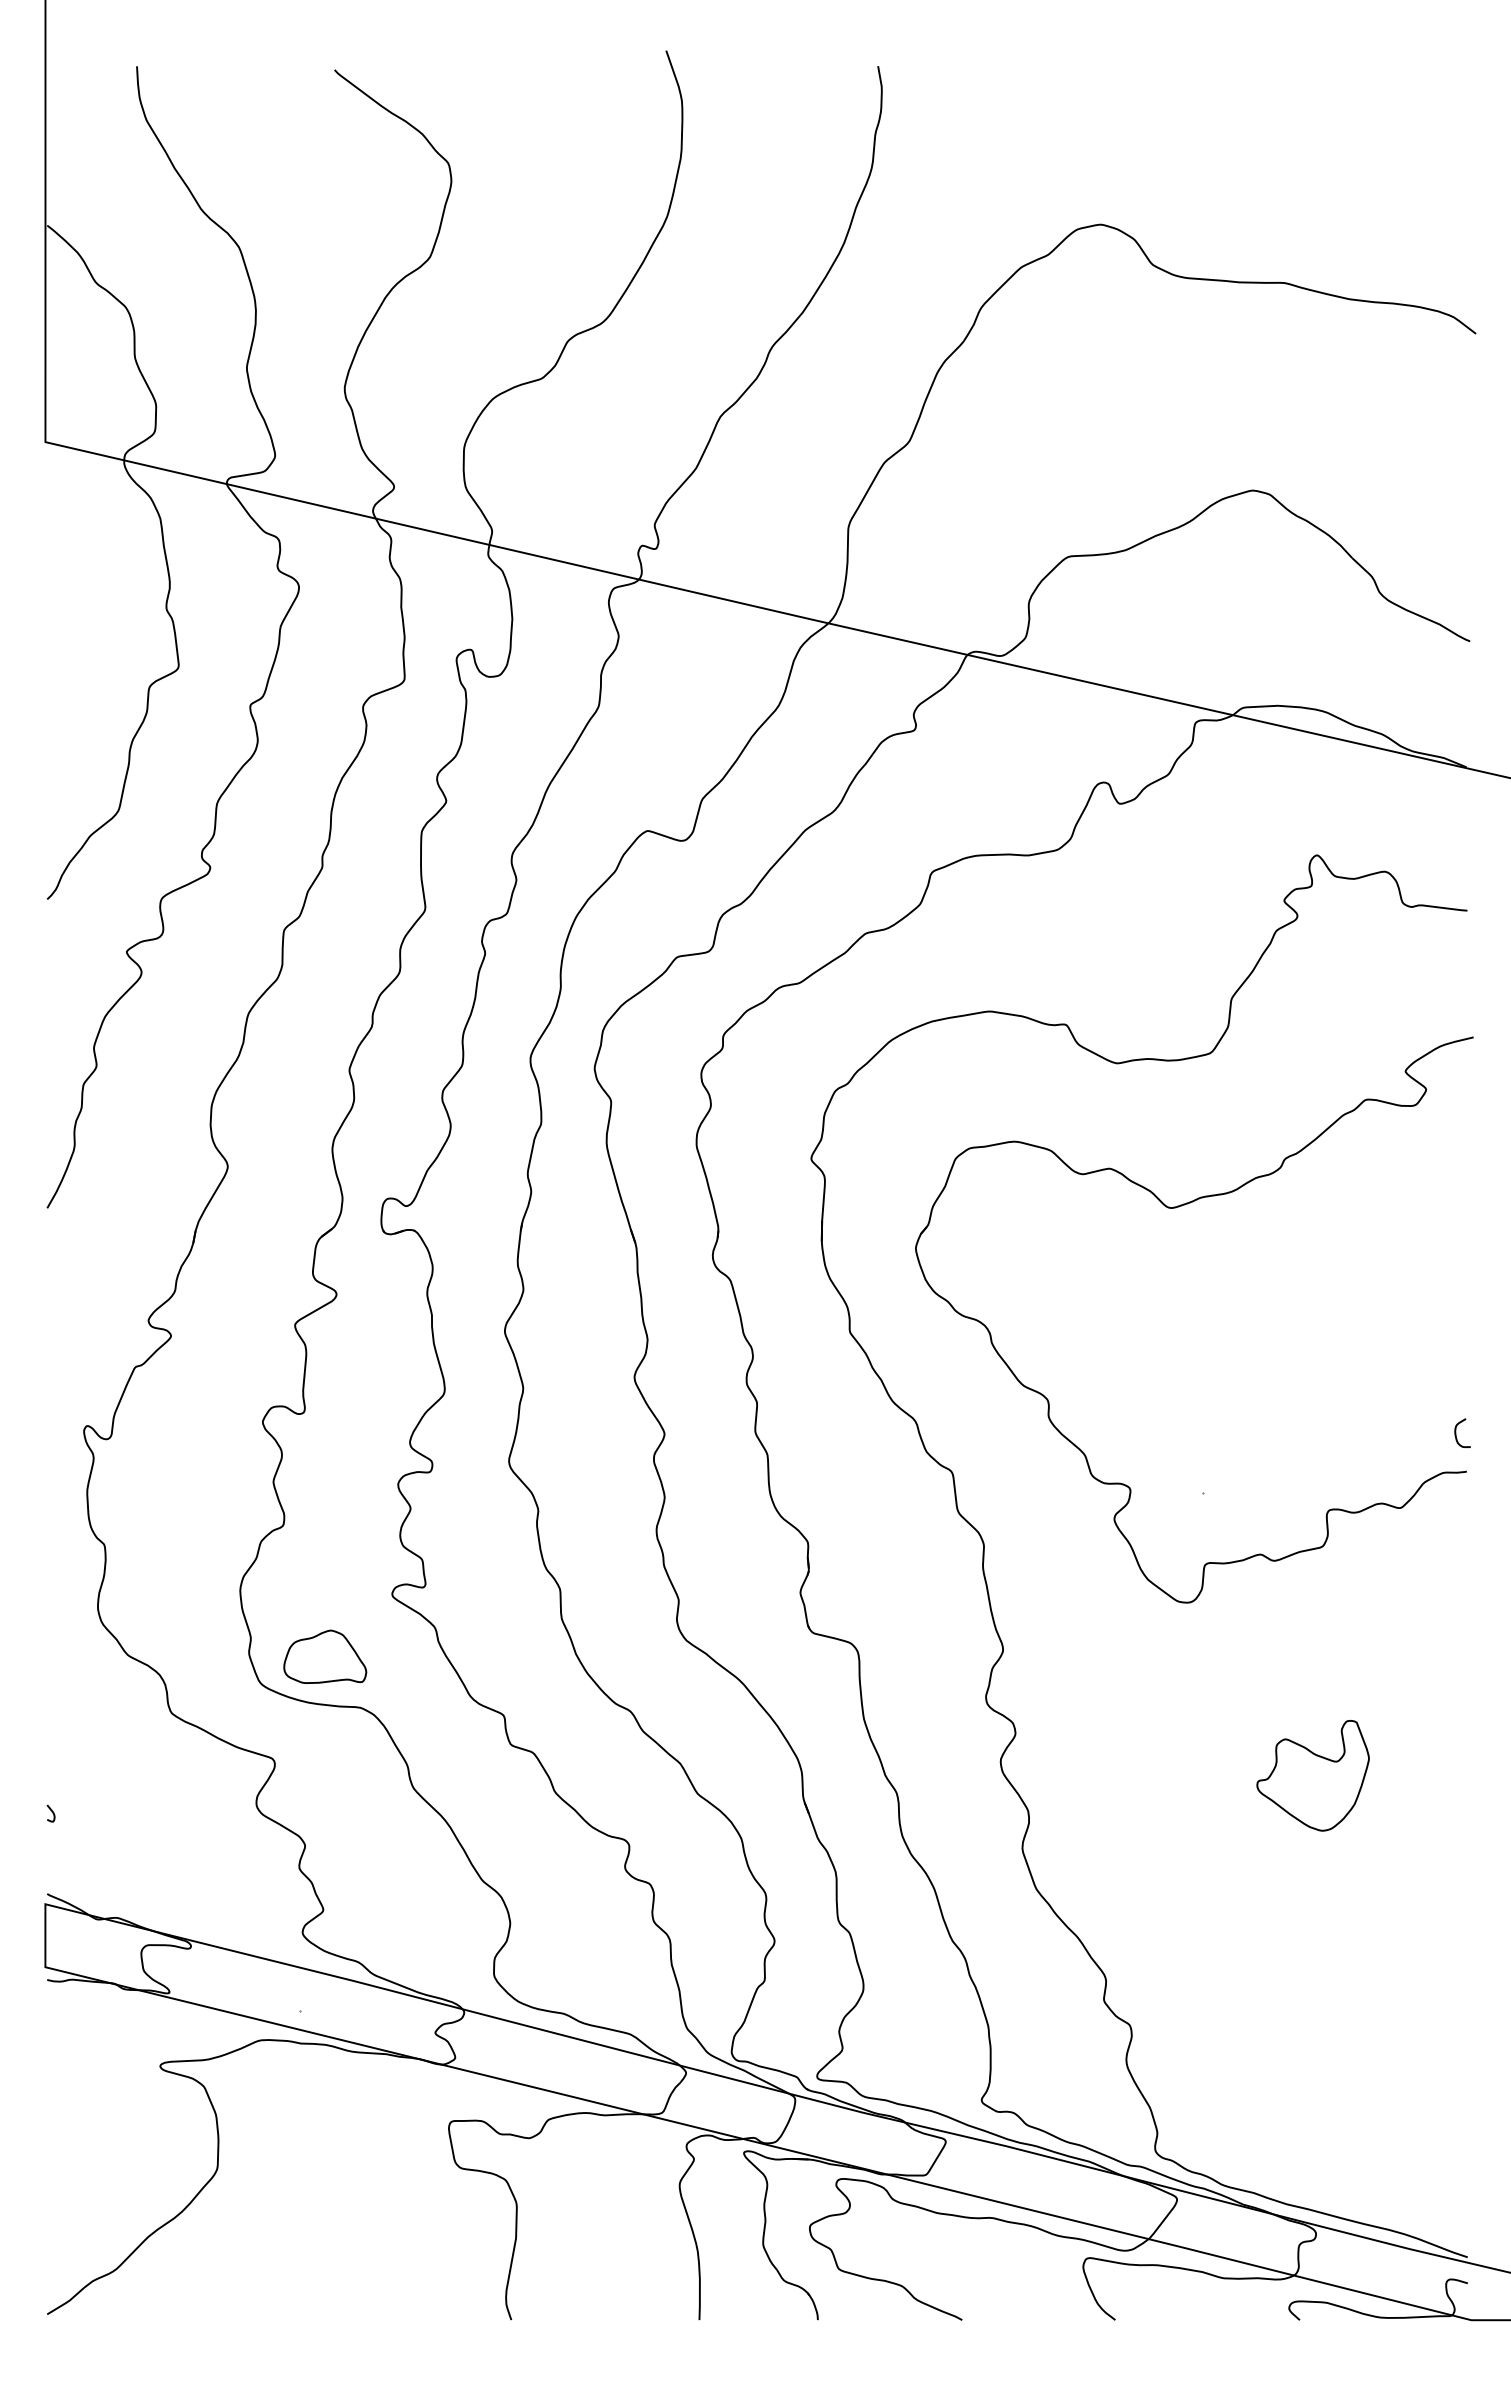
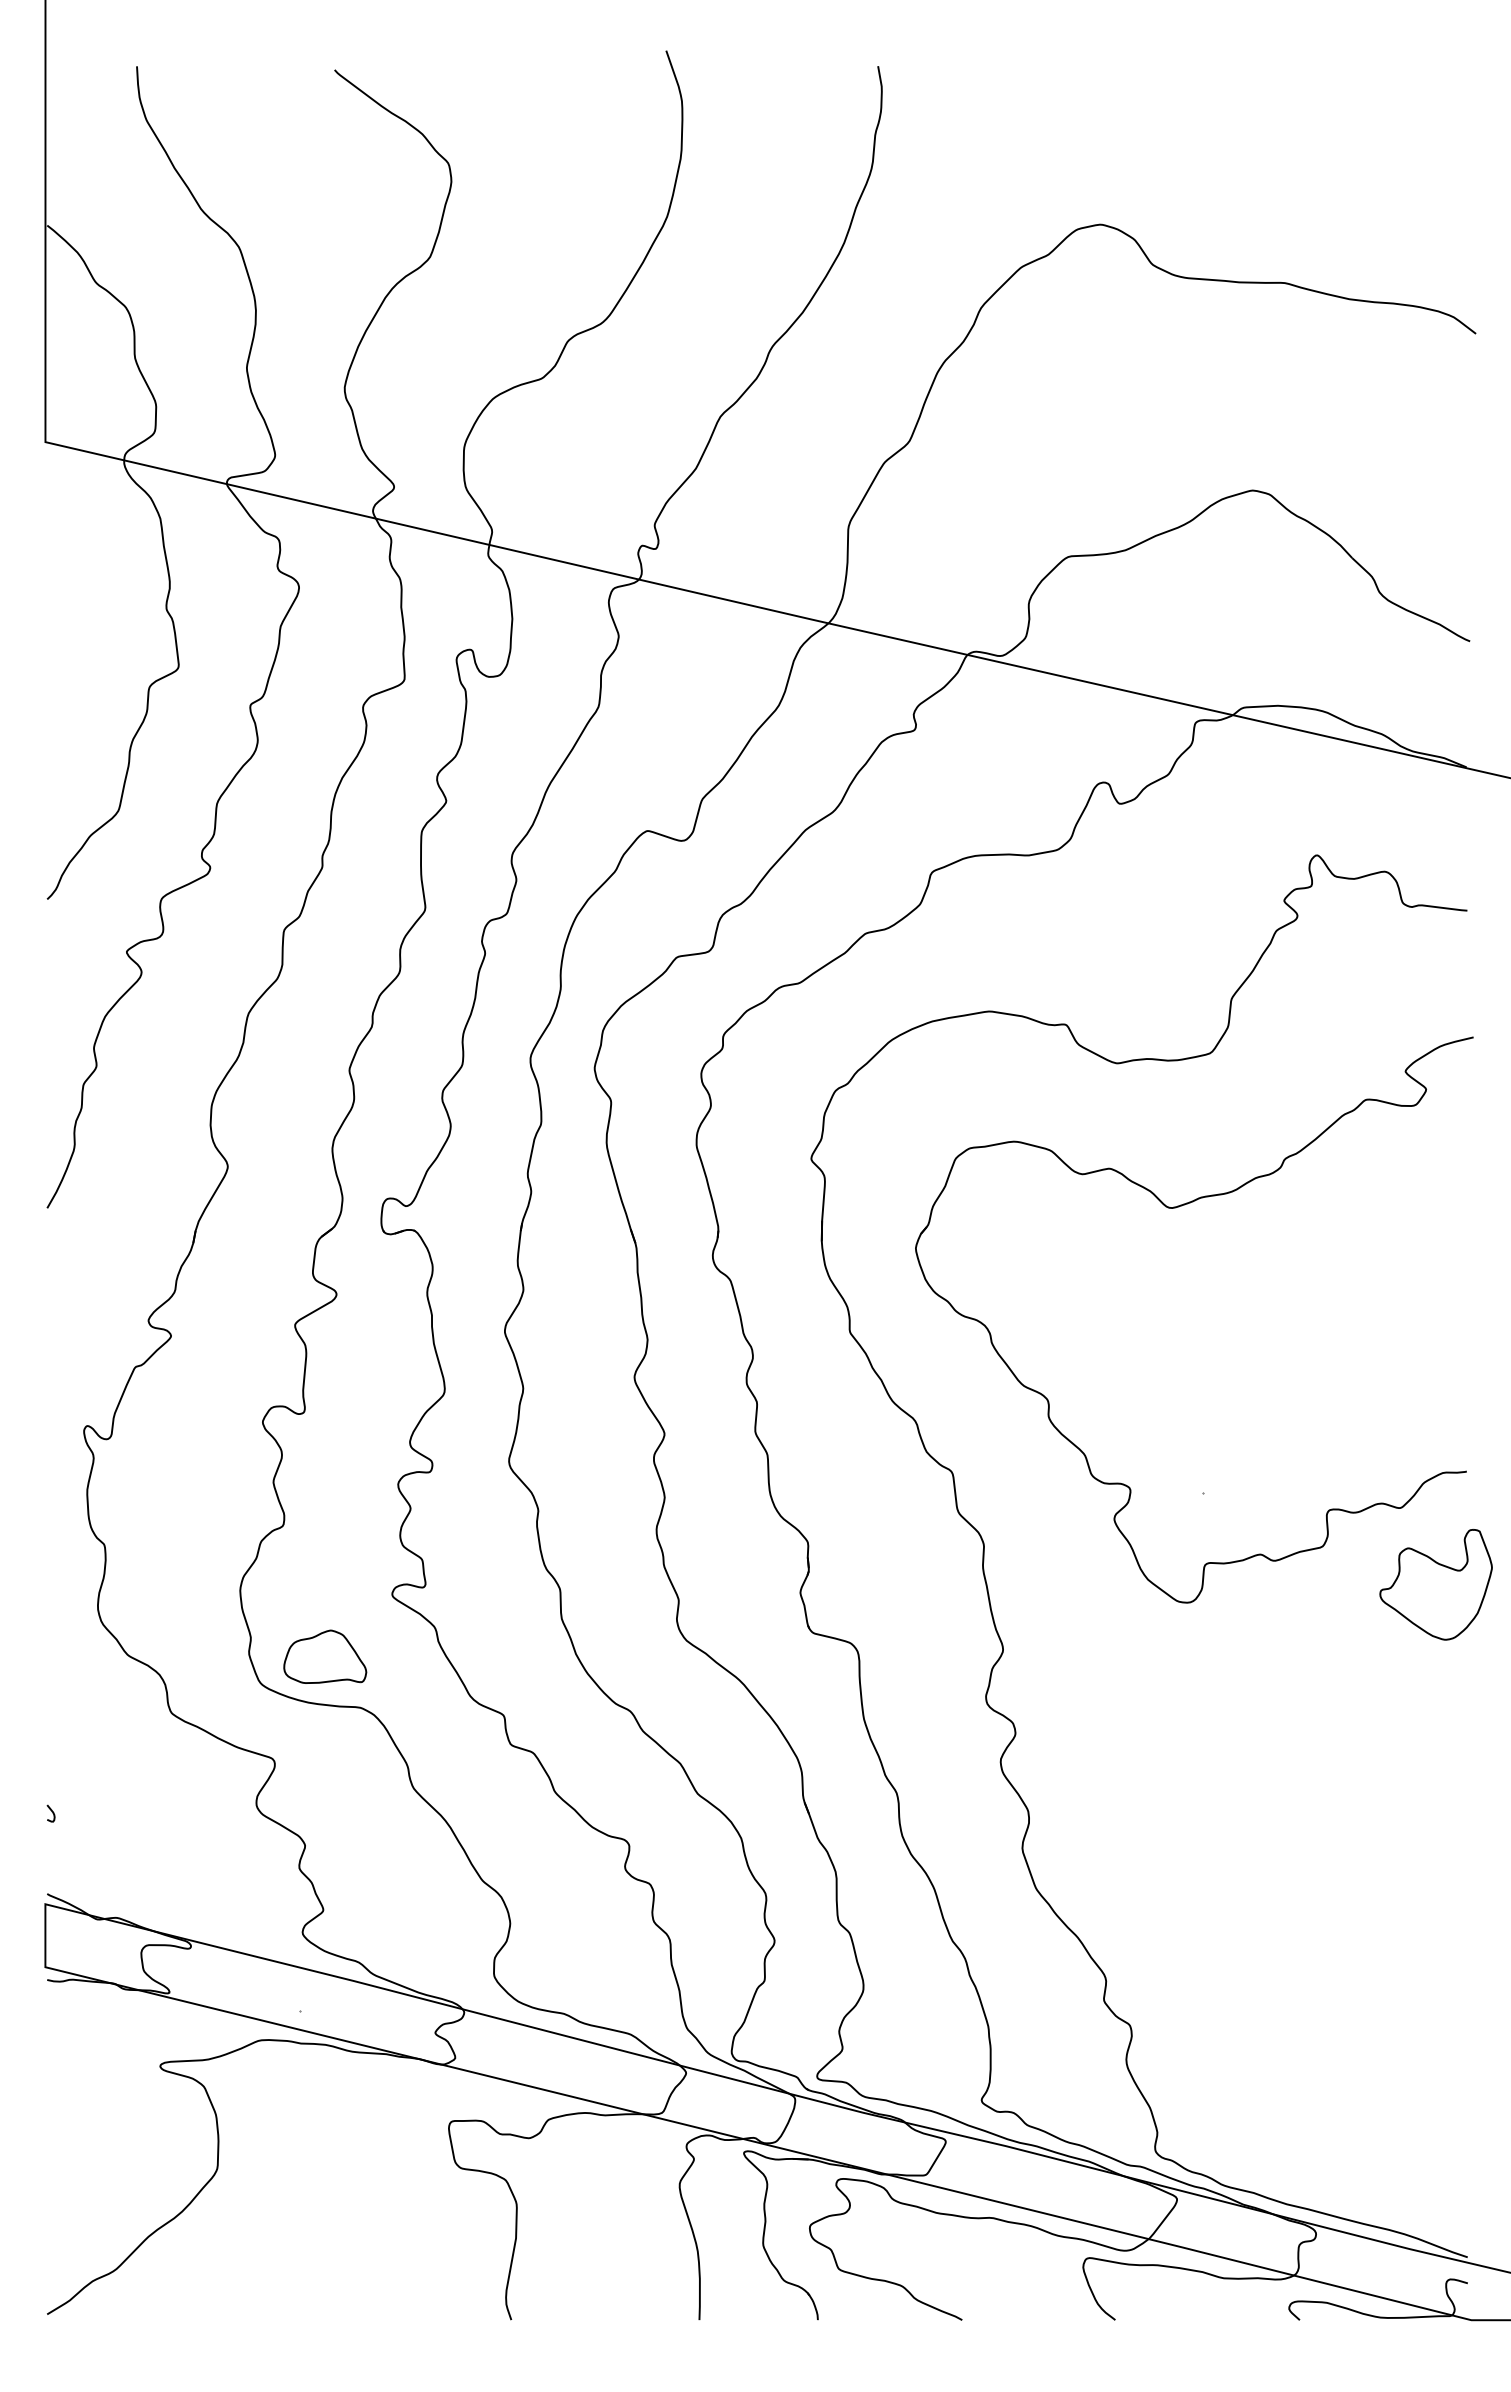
curve at (1456, 1432): present -> none
part at (1312, 1775) position: (1312, 1775) -> (1435, 1584)
